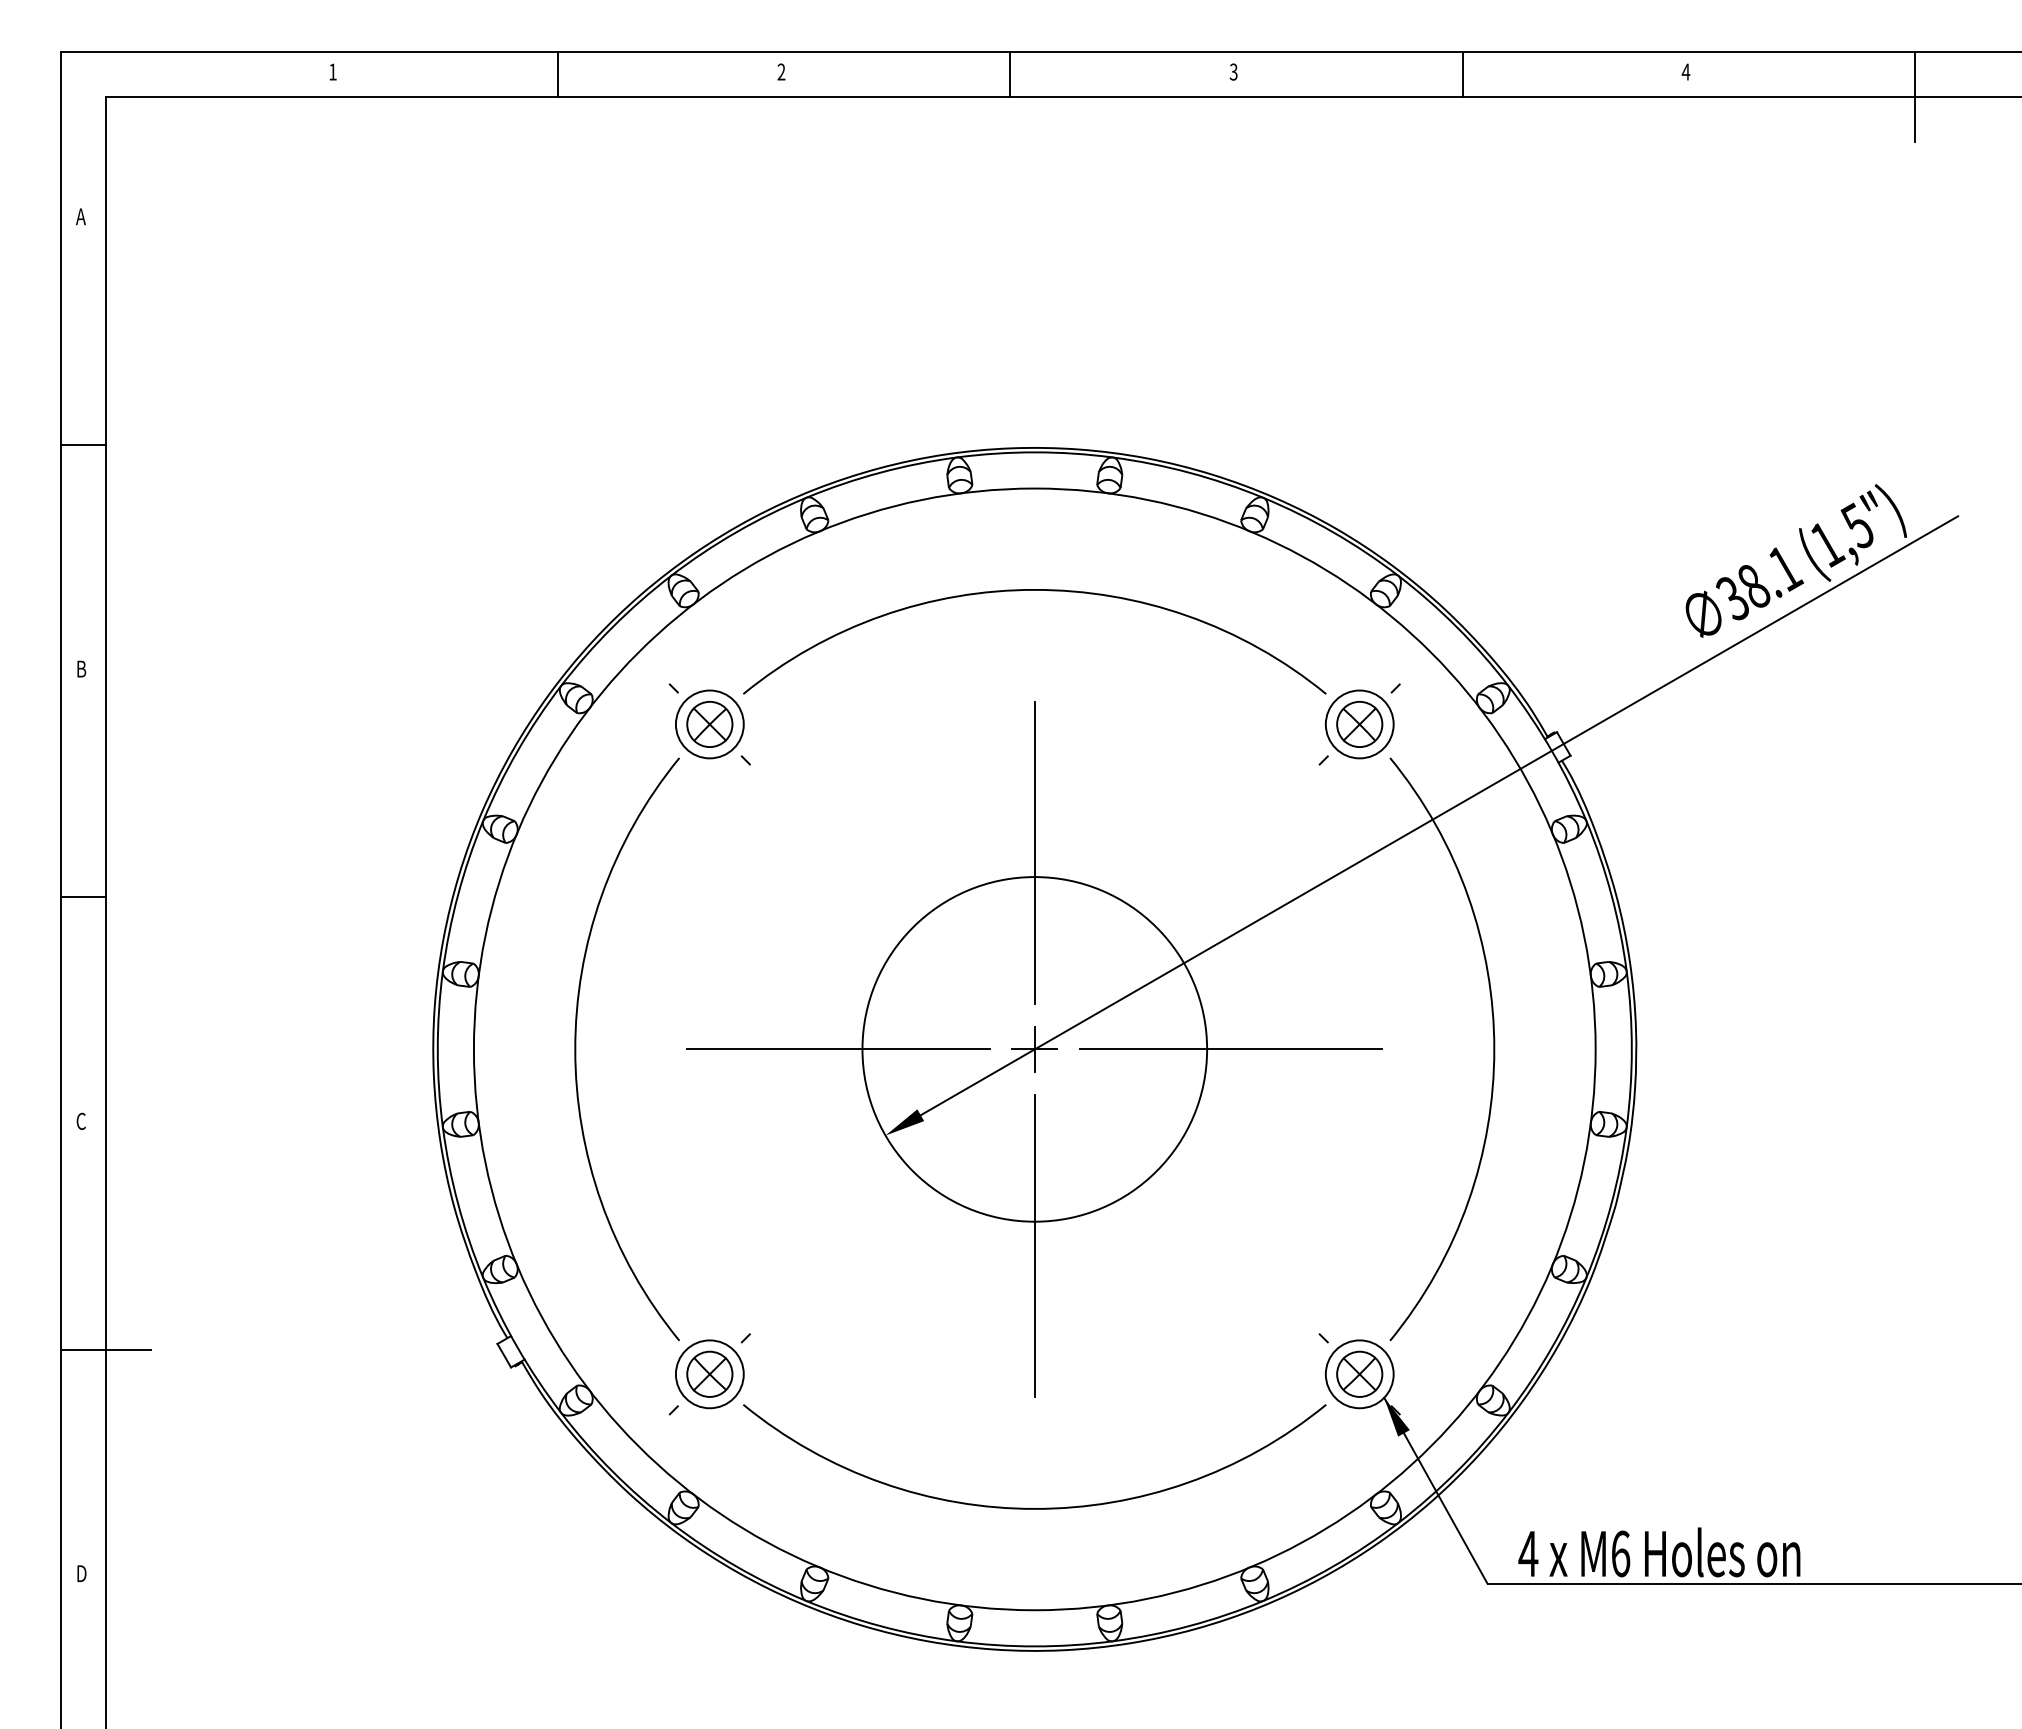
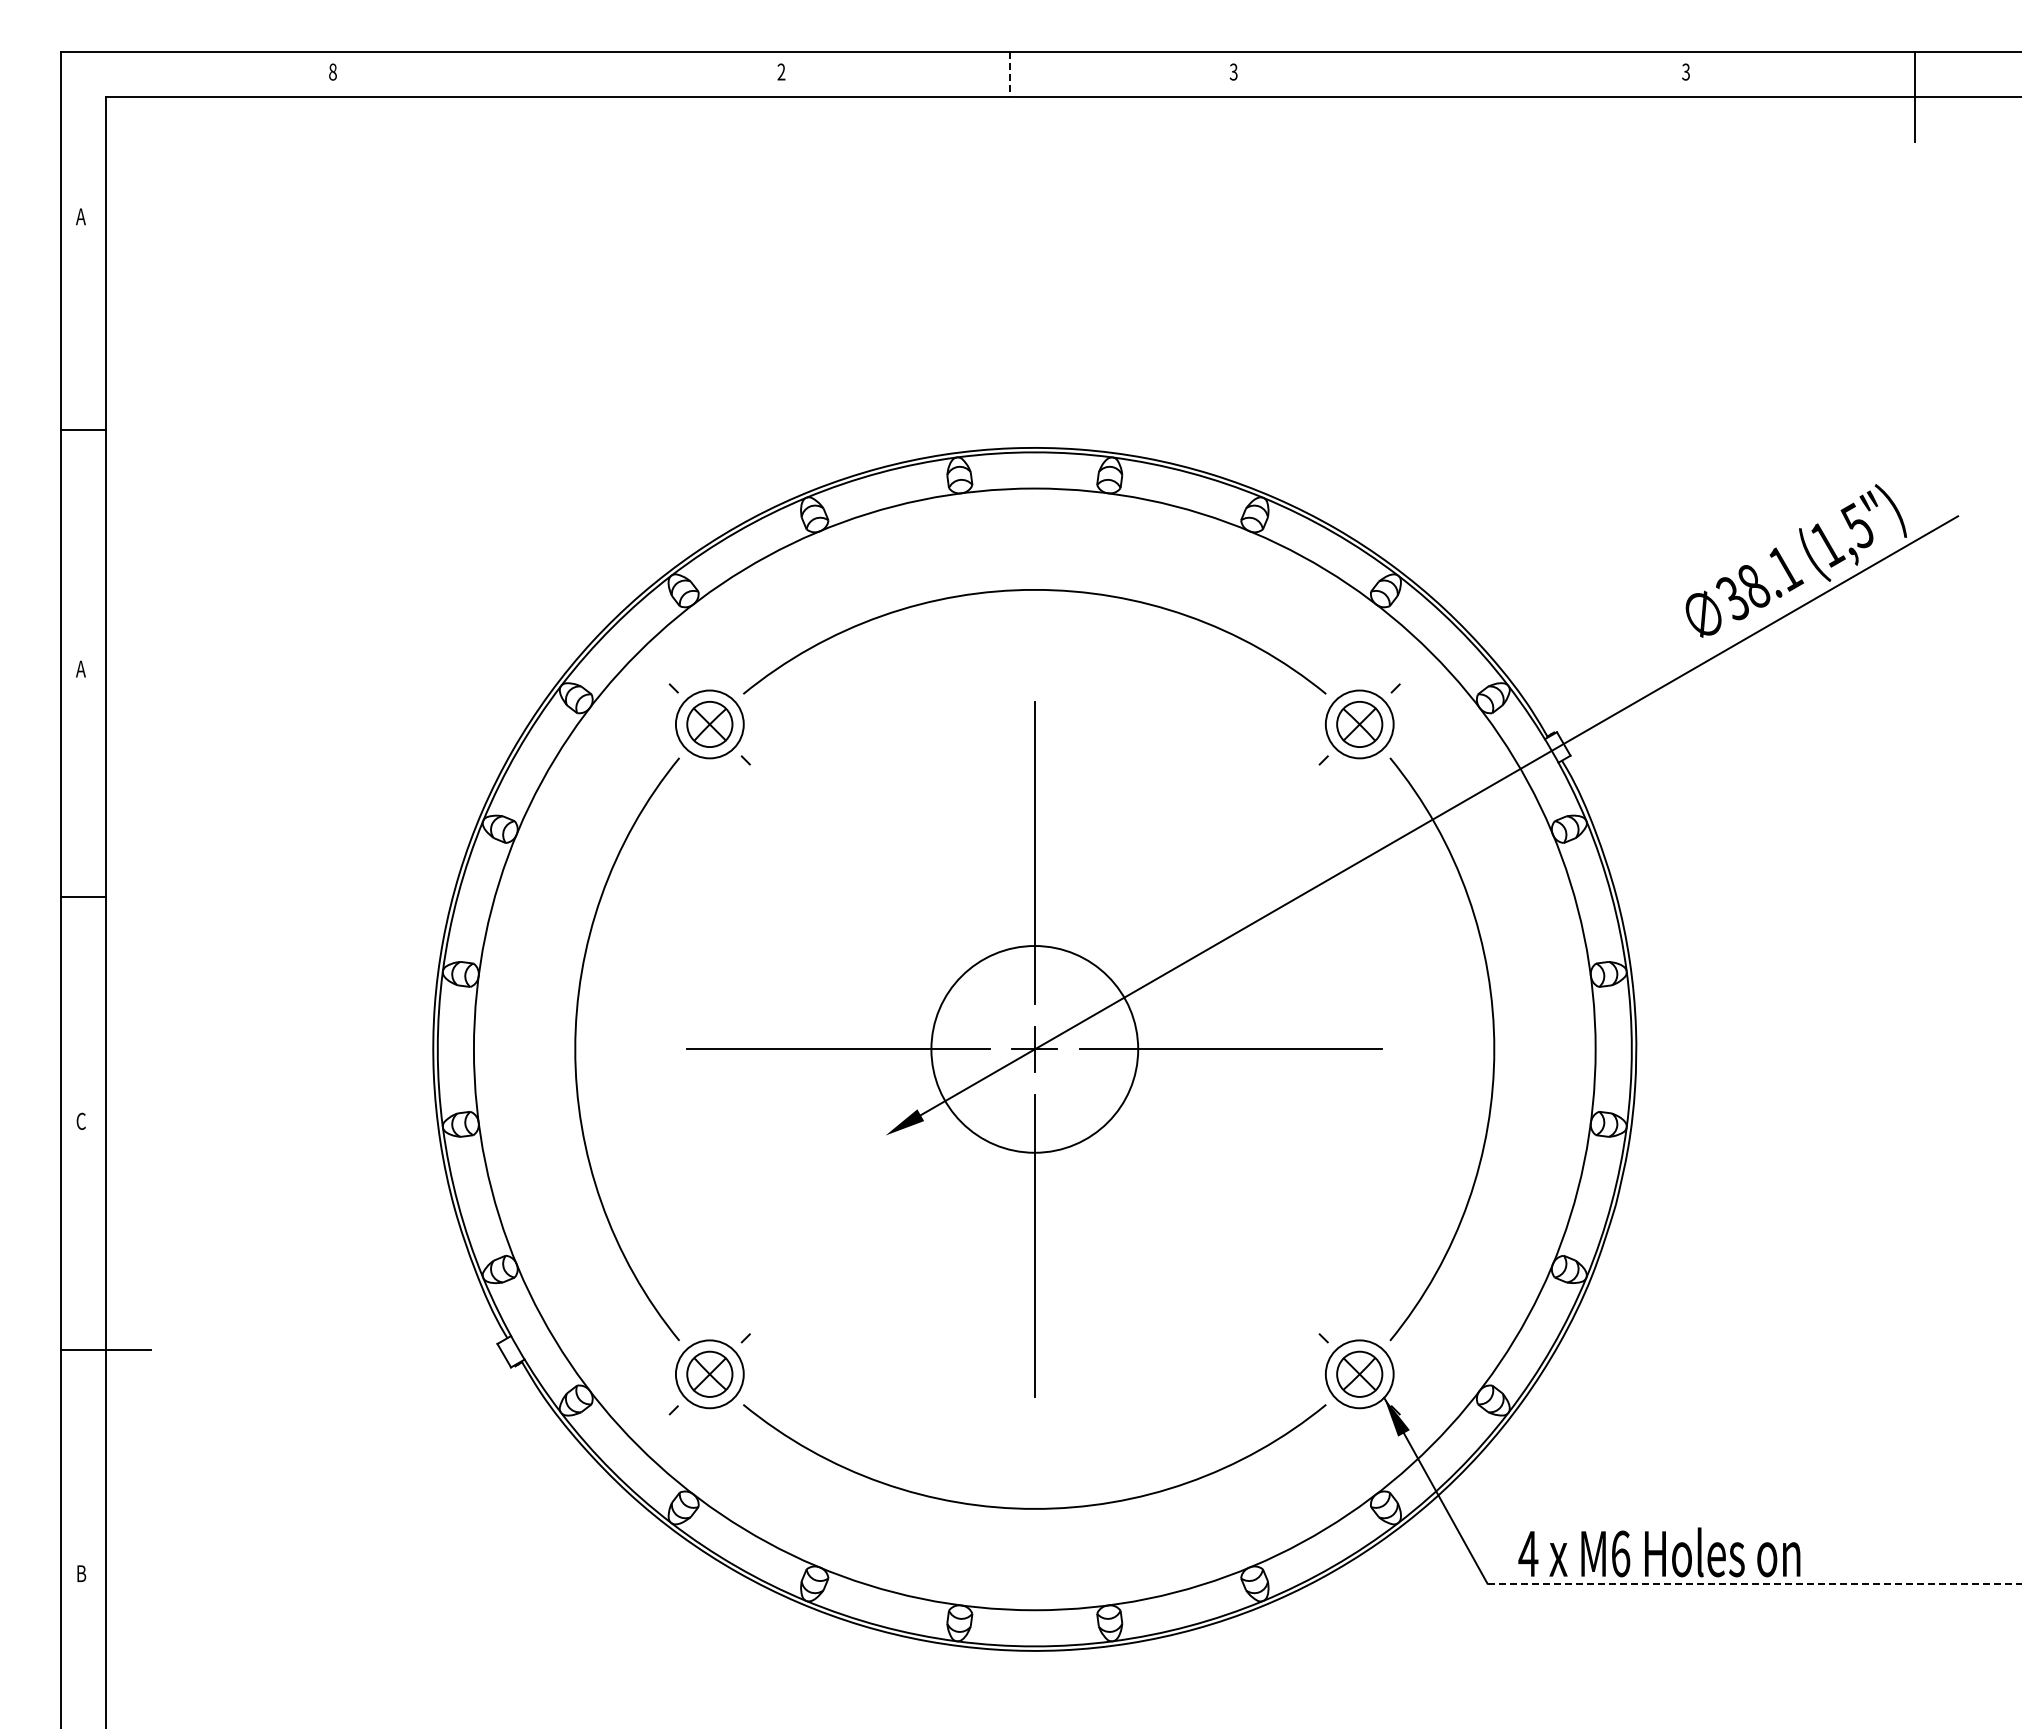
text at (332, 71): 1 -> 8
text at (1685, 71): 4 -> 3
line at (558, 73): present -> none
line at (1462, 73): present -> none
line at (1010, 74): solid -> dashed
line at (82, 445) position: (82, 445) -> (82, 430)
text at (81, 668): B -> A
circle at (1034, 1049) diameter: 345 px -> 207 px
text at (82, 1573): D -> B
line at (1754, 1583): solid -> dashed
